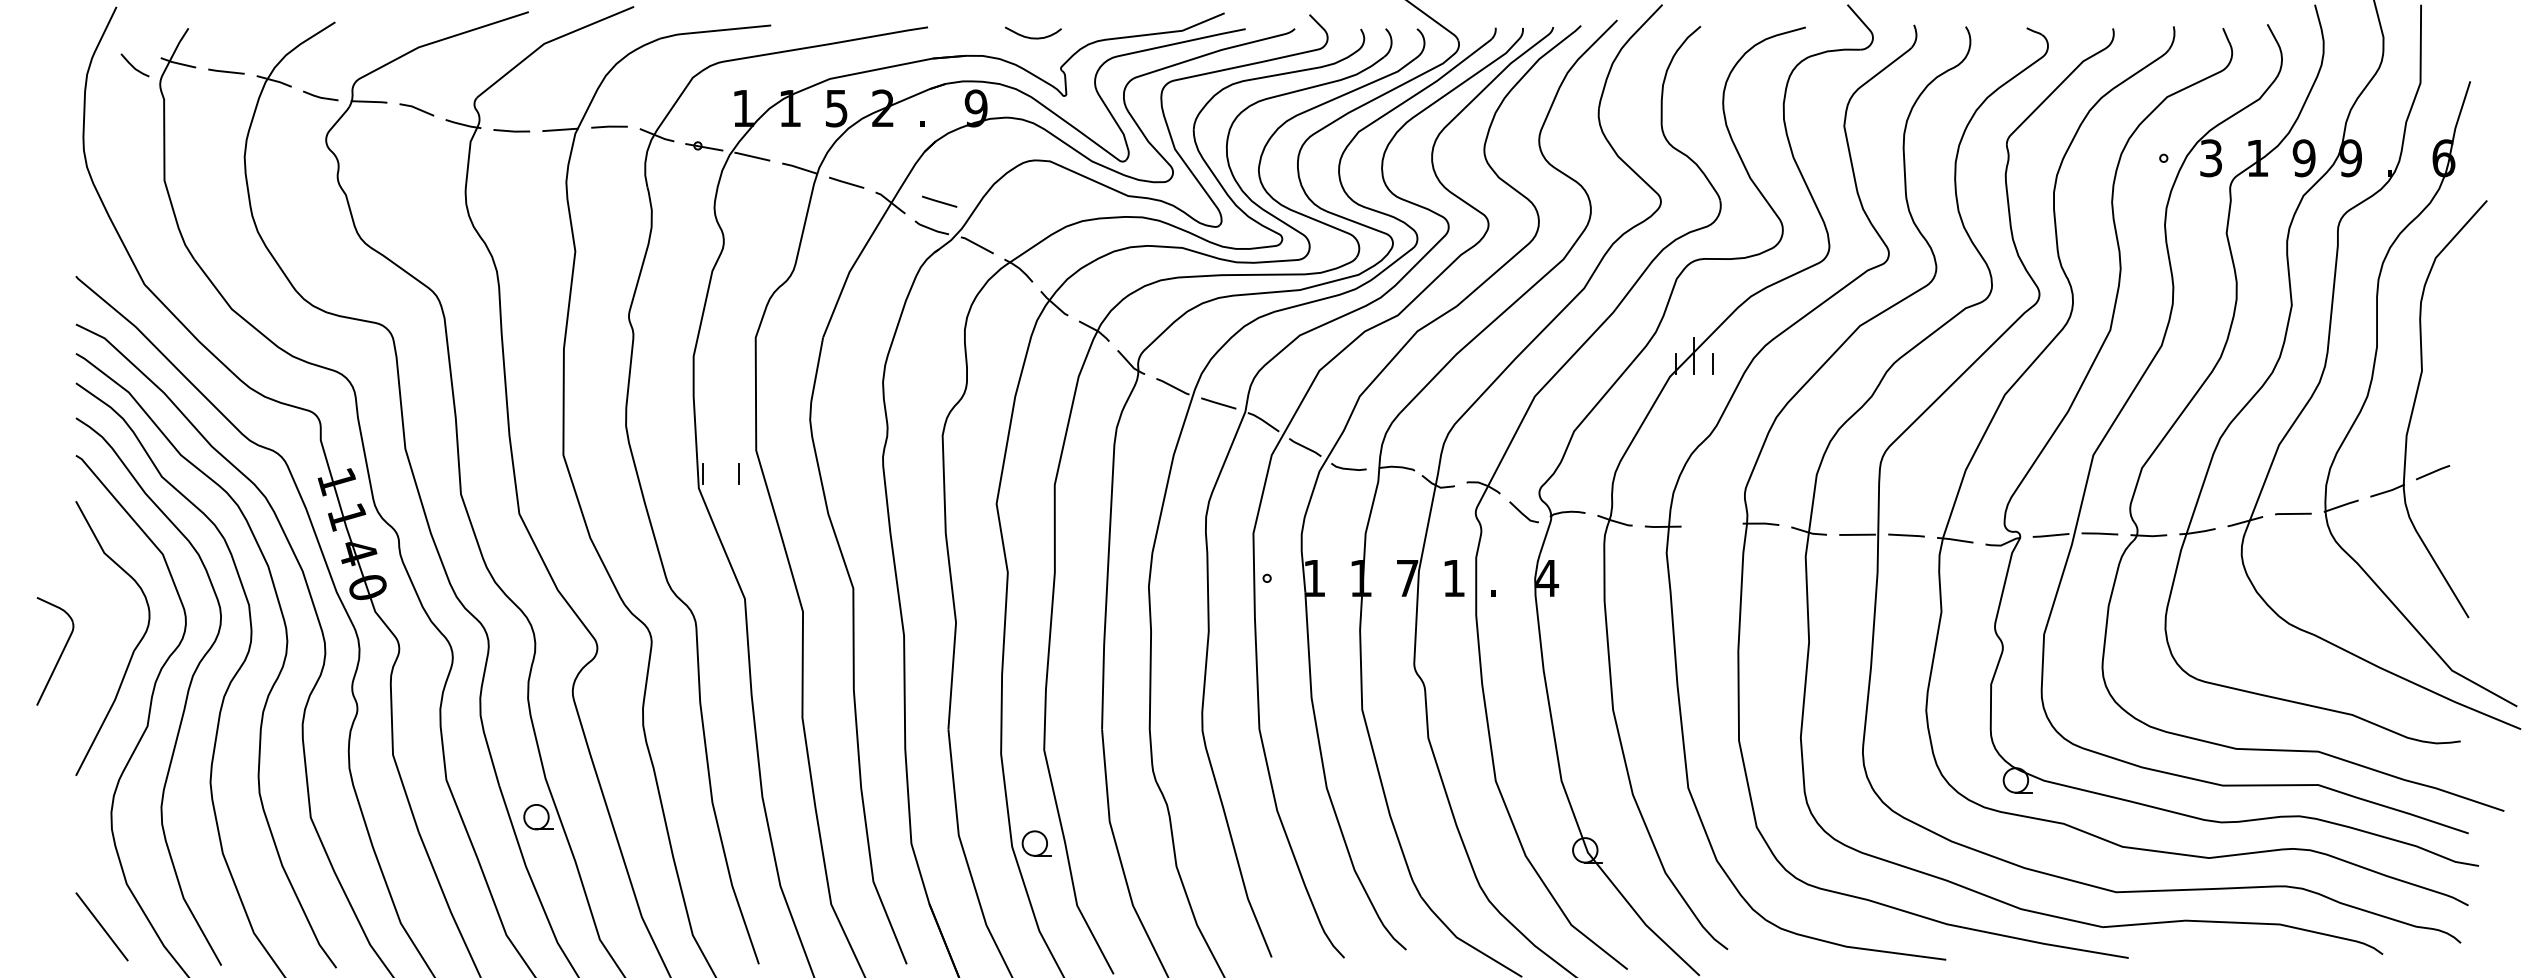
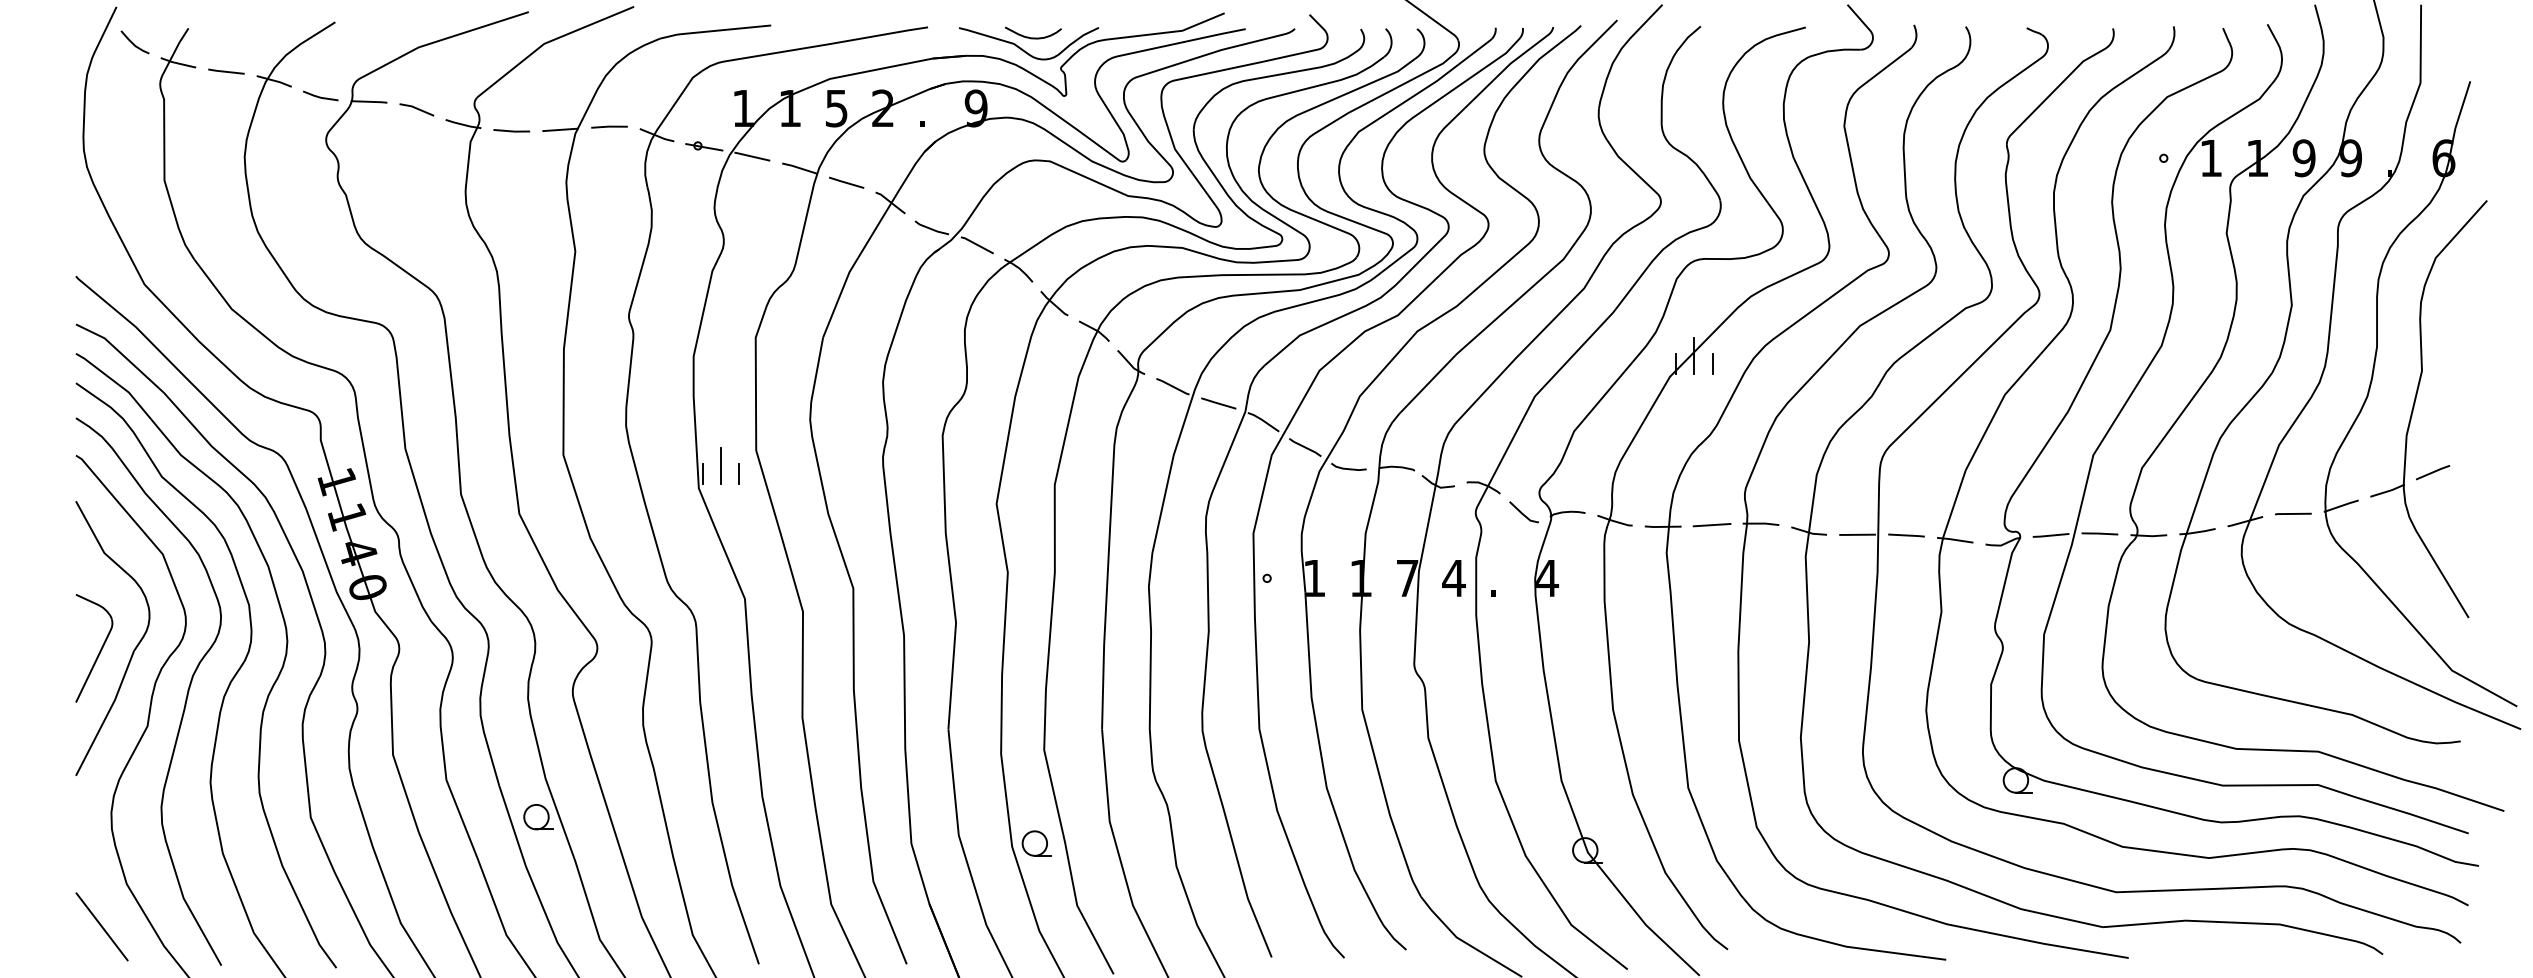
curve at (1025, 50): none -> present
line at (133, 65) position: (133, 65) -> (133, 42)
text at (2210, 158): 3 -> 1
line at (939, 201): present -> none
line at (720, 465): none -> present
line at (1711, 524): none -> present
text at (1453, 578): 1 -> 4
part at (55, 651) position: (55, 651) -> (94, 648)
